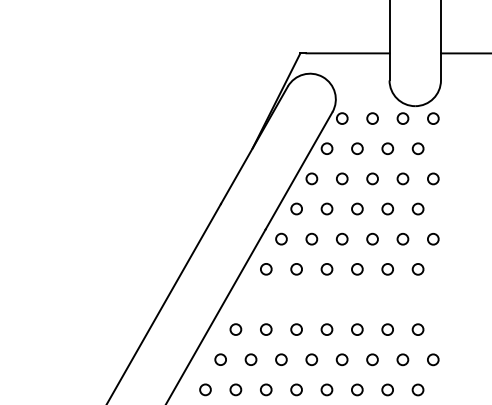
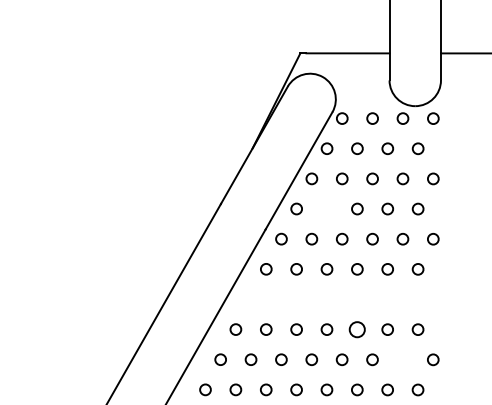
circle at (326, 208): present -> none
circle at (357, 329) size: 13x13 px -> 18x18 px
circle at (402, 359): present -> none
